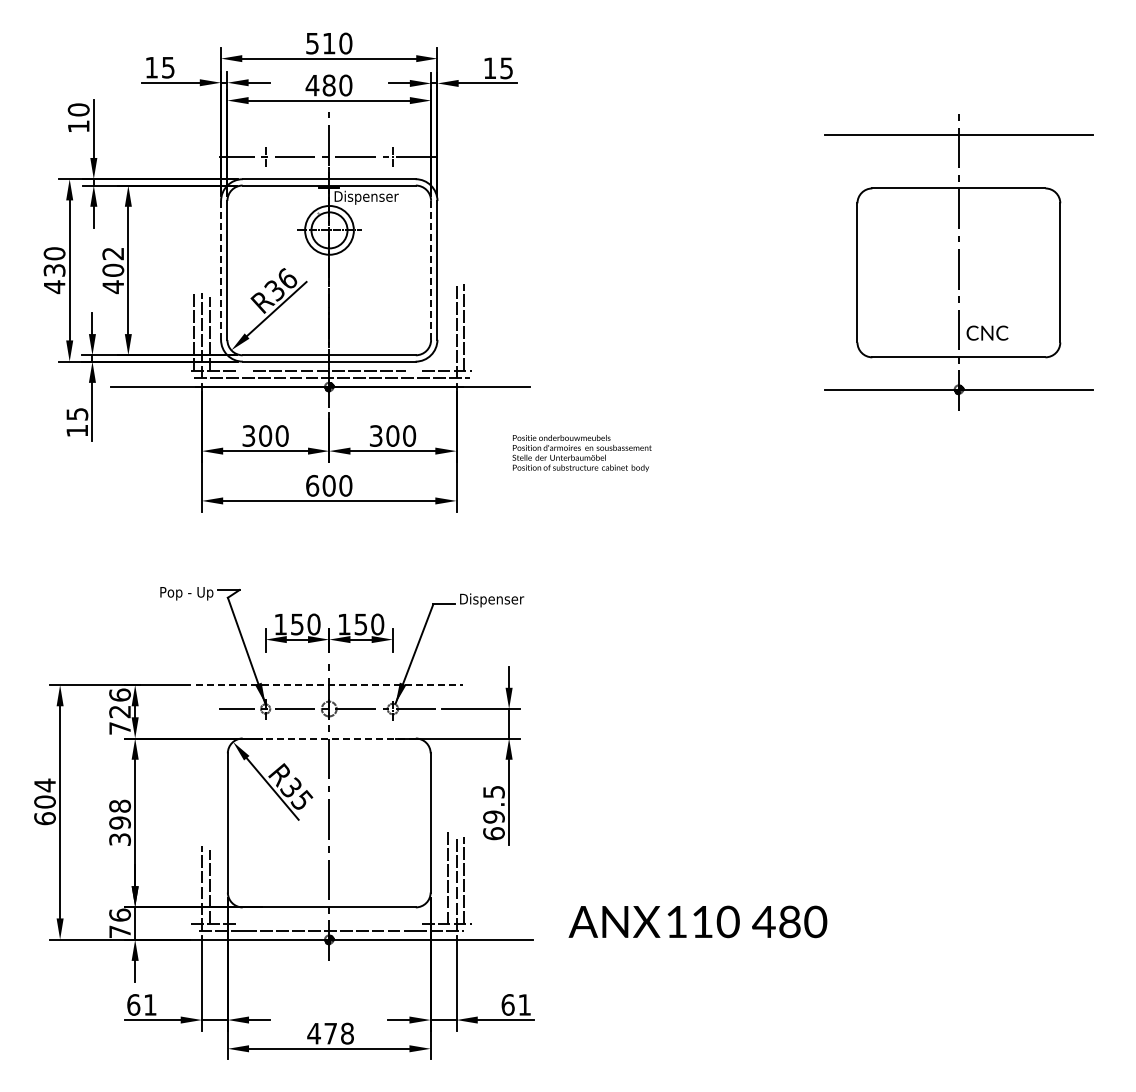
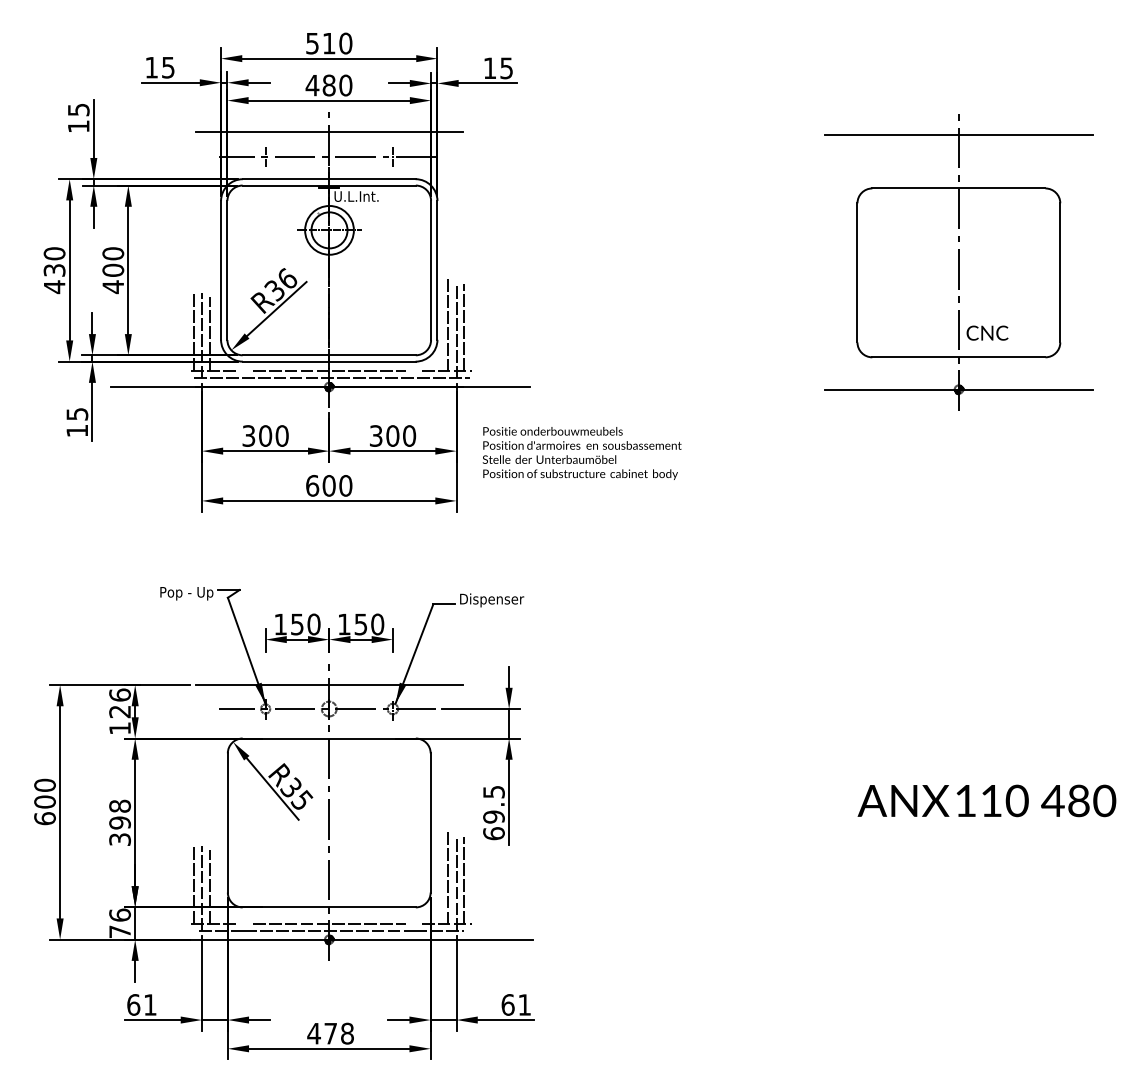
text at (78, 109): 10 -> 15
line at (328, 132): none -> present
text at (366, 197): Dispenser -> U.L.Int.
text at (113, 253): 402 -> 400
line at (221, 270): dashed -> solid
line at (431, 270): dashed -> solid
line at (448, 324): none -> present
part at (581, 453) size: 140x37 px -> 200x53 px
line at (329, 685): dashed -> solid
text at (119, 728): 726 -> 126
line at (329, 738): dashed -> solid
text at (44, 785): 604 -> 600
line at (194, 884): none -> present
text at (697, 921) position: (697, 921) -> (986, 800)
line at (328, 923): none -> present
